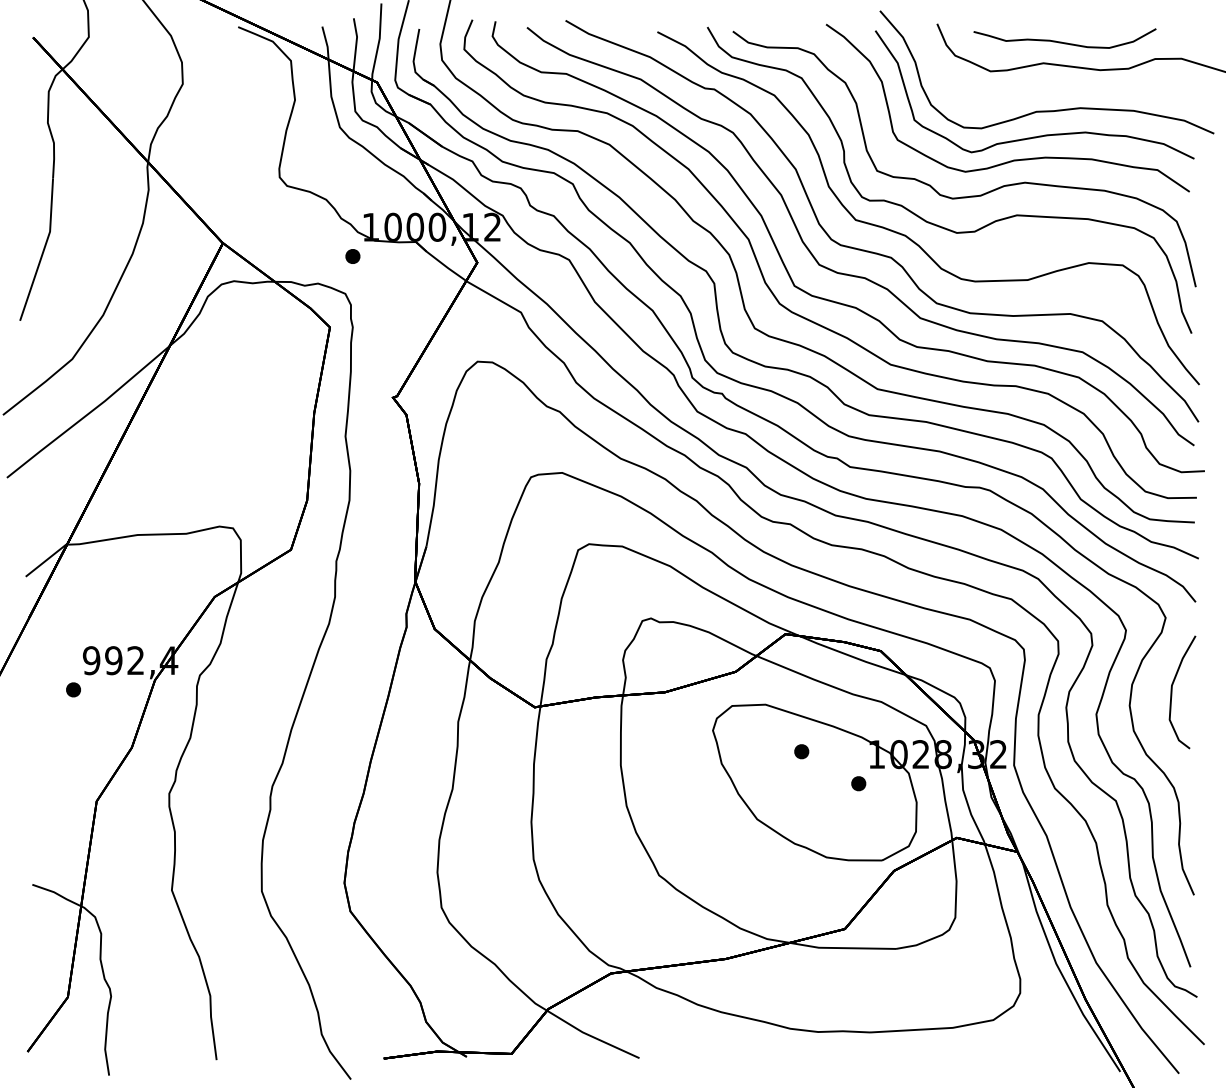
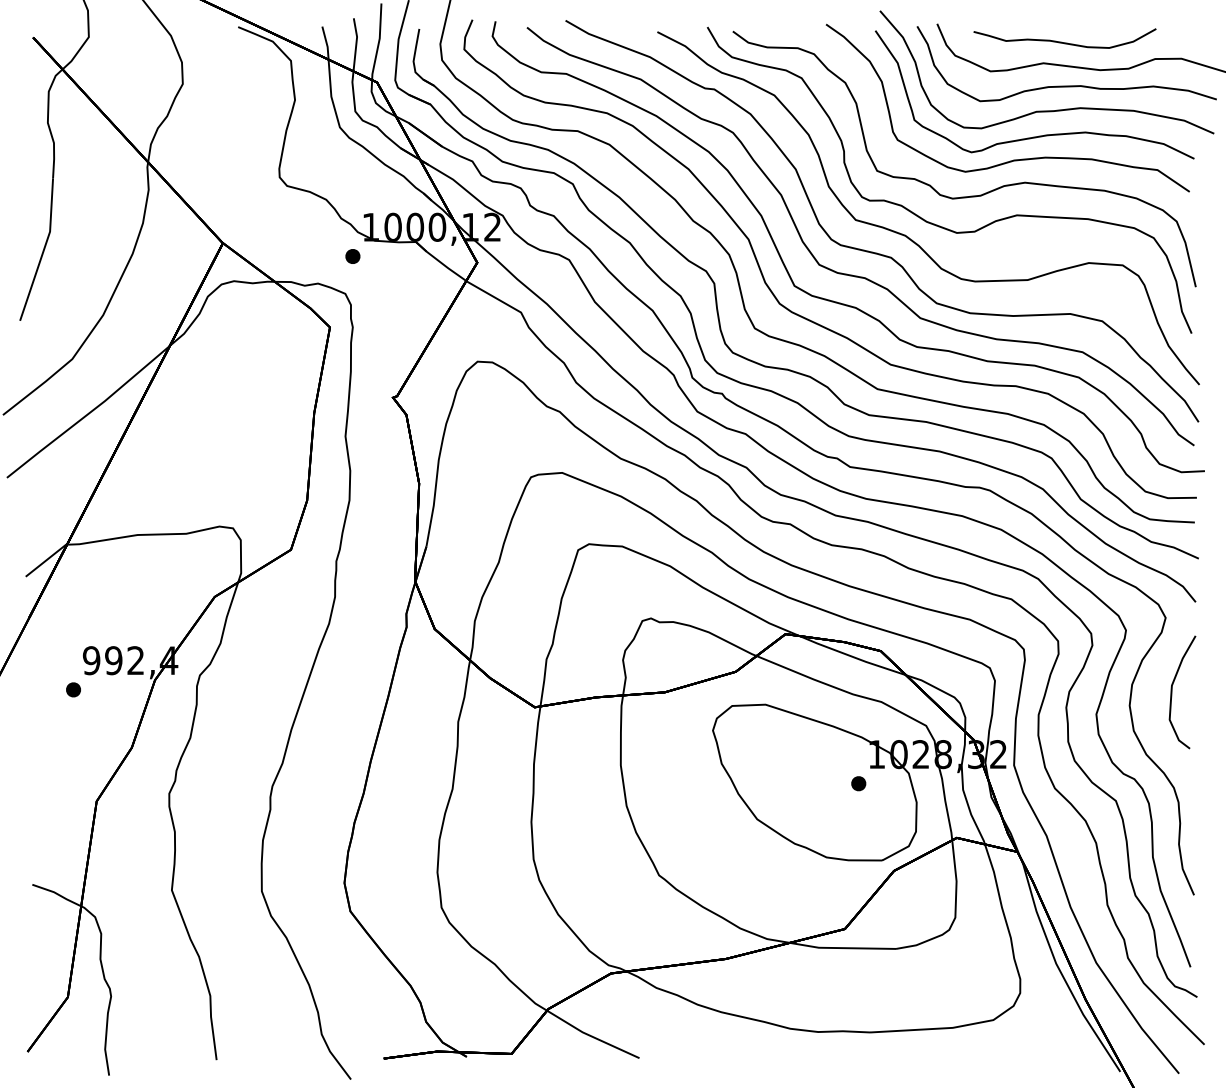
part at (1066, 85): none -> present
part at (801, 751): present -> none
